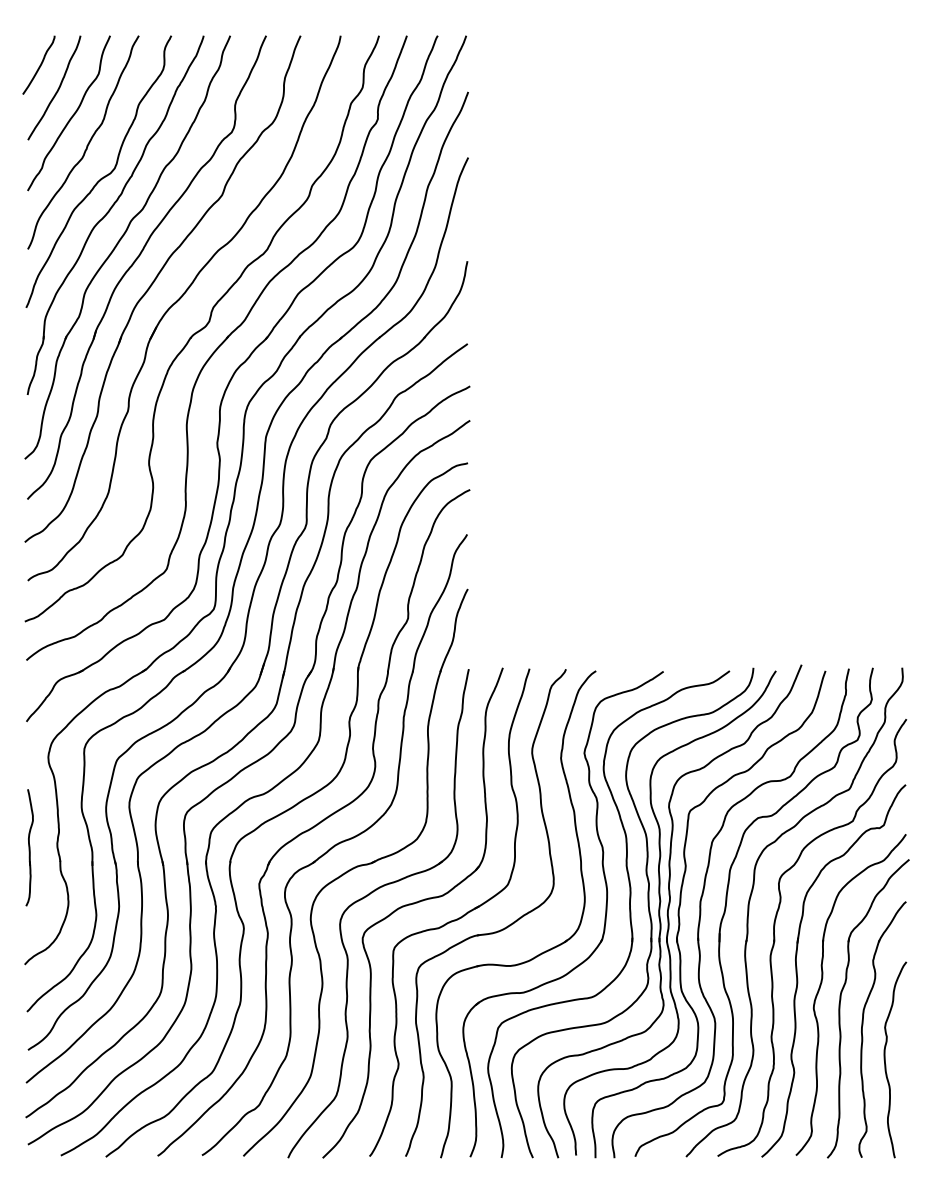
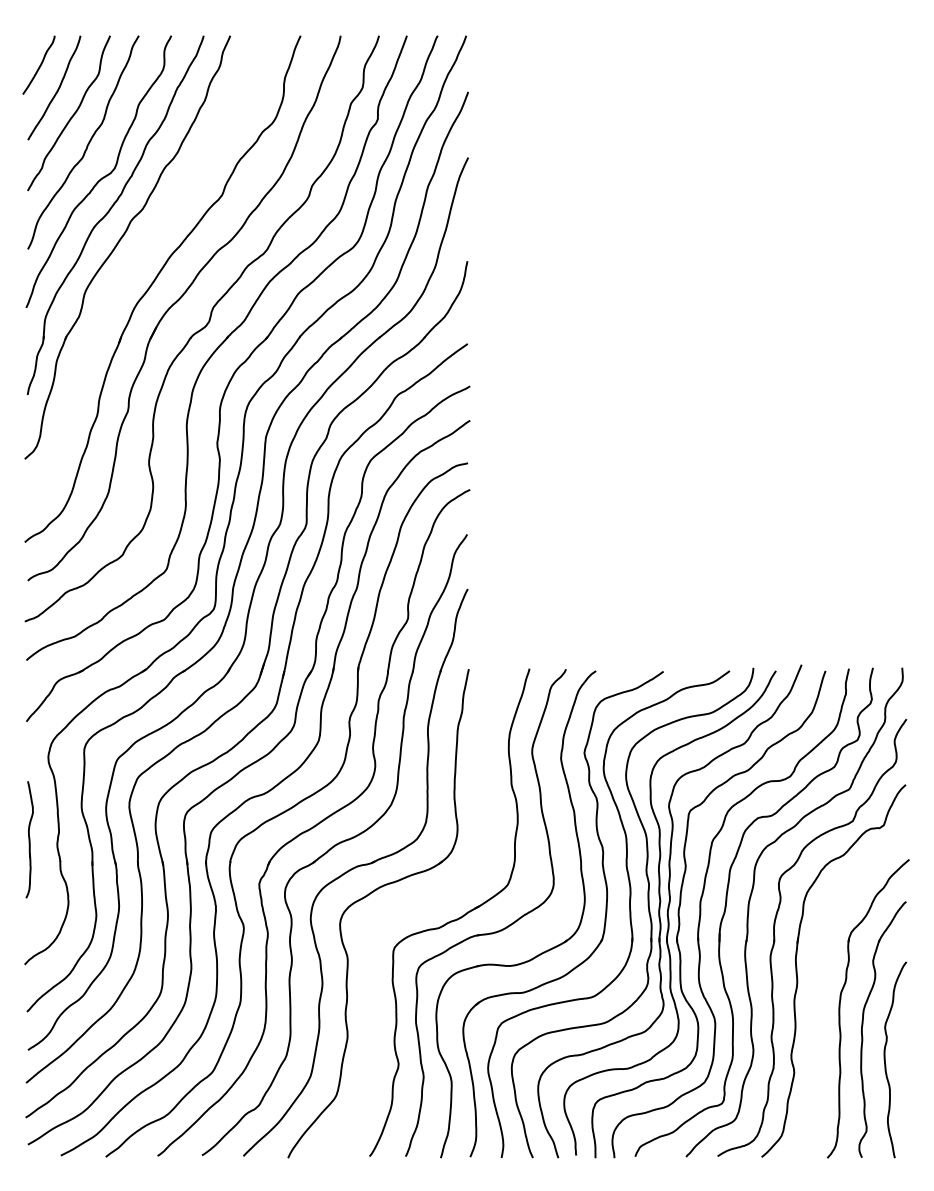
part at (138, 258): present -> none
part at (29, 847) position: (29, 847) -> (29, 839)
part at (410, 905): present -> none
part at (821, 985): present -> none
